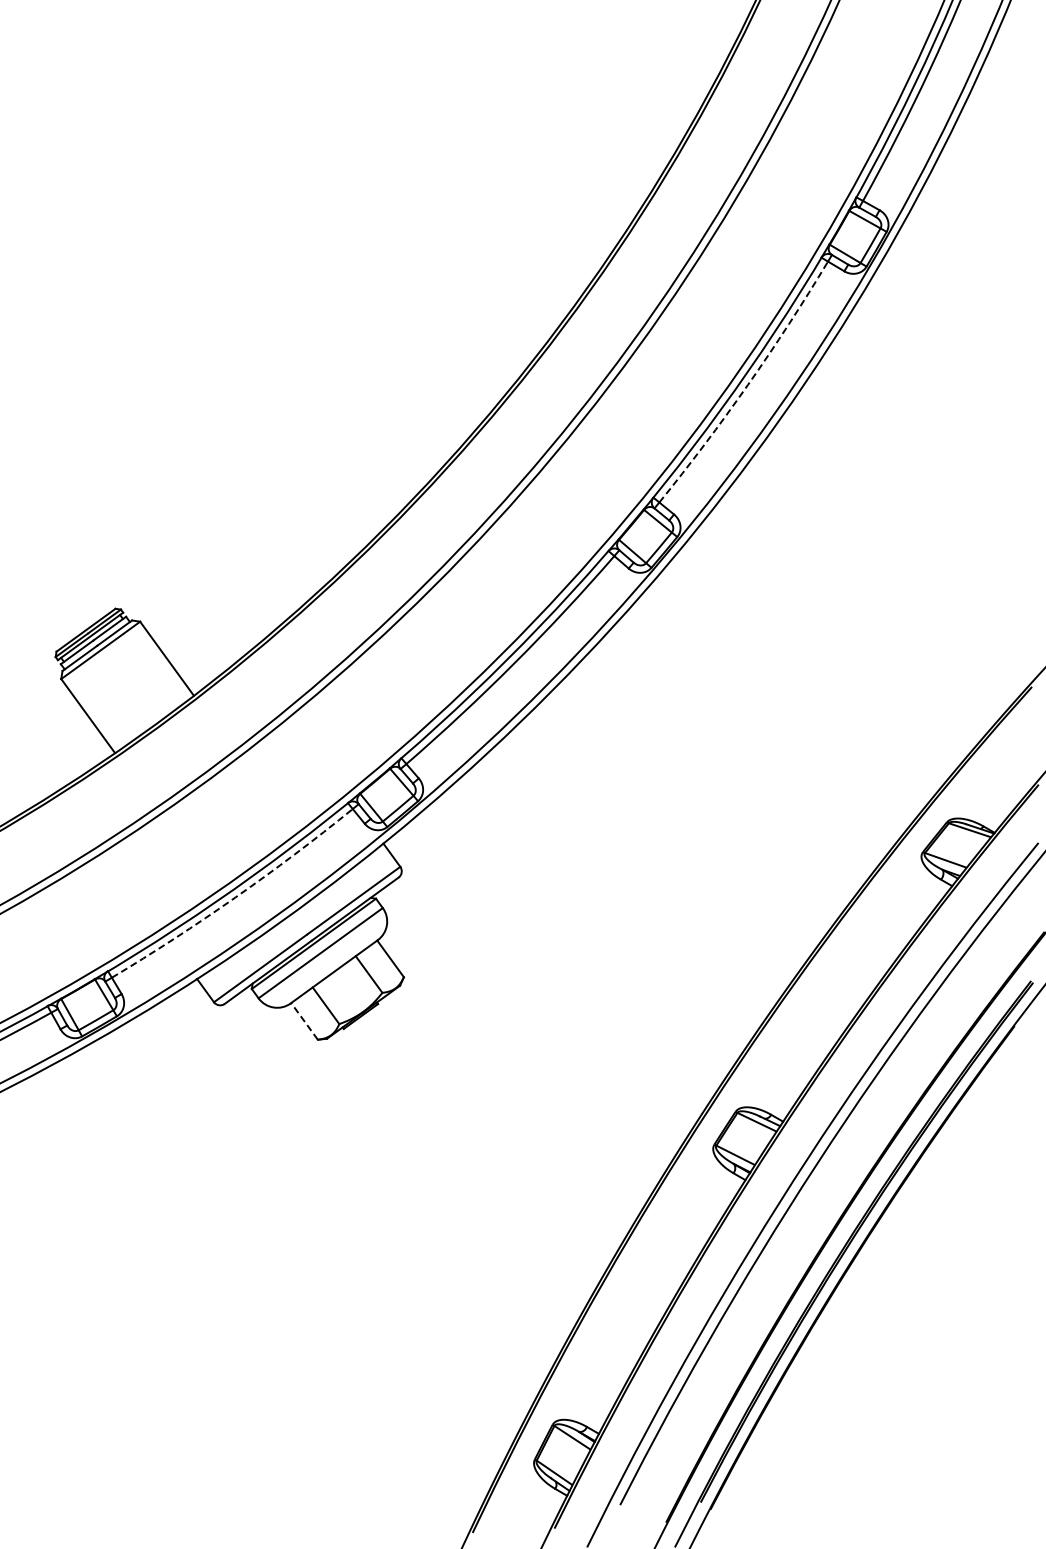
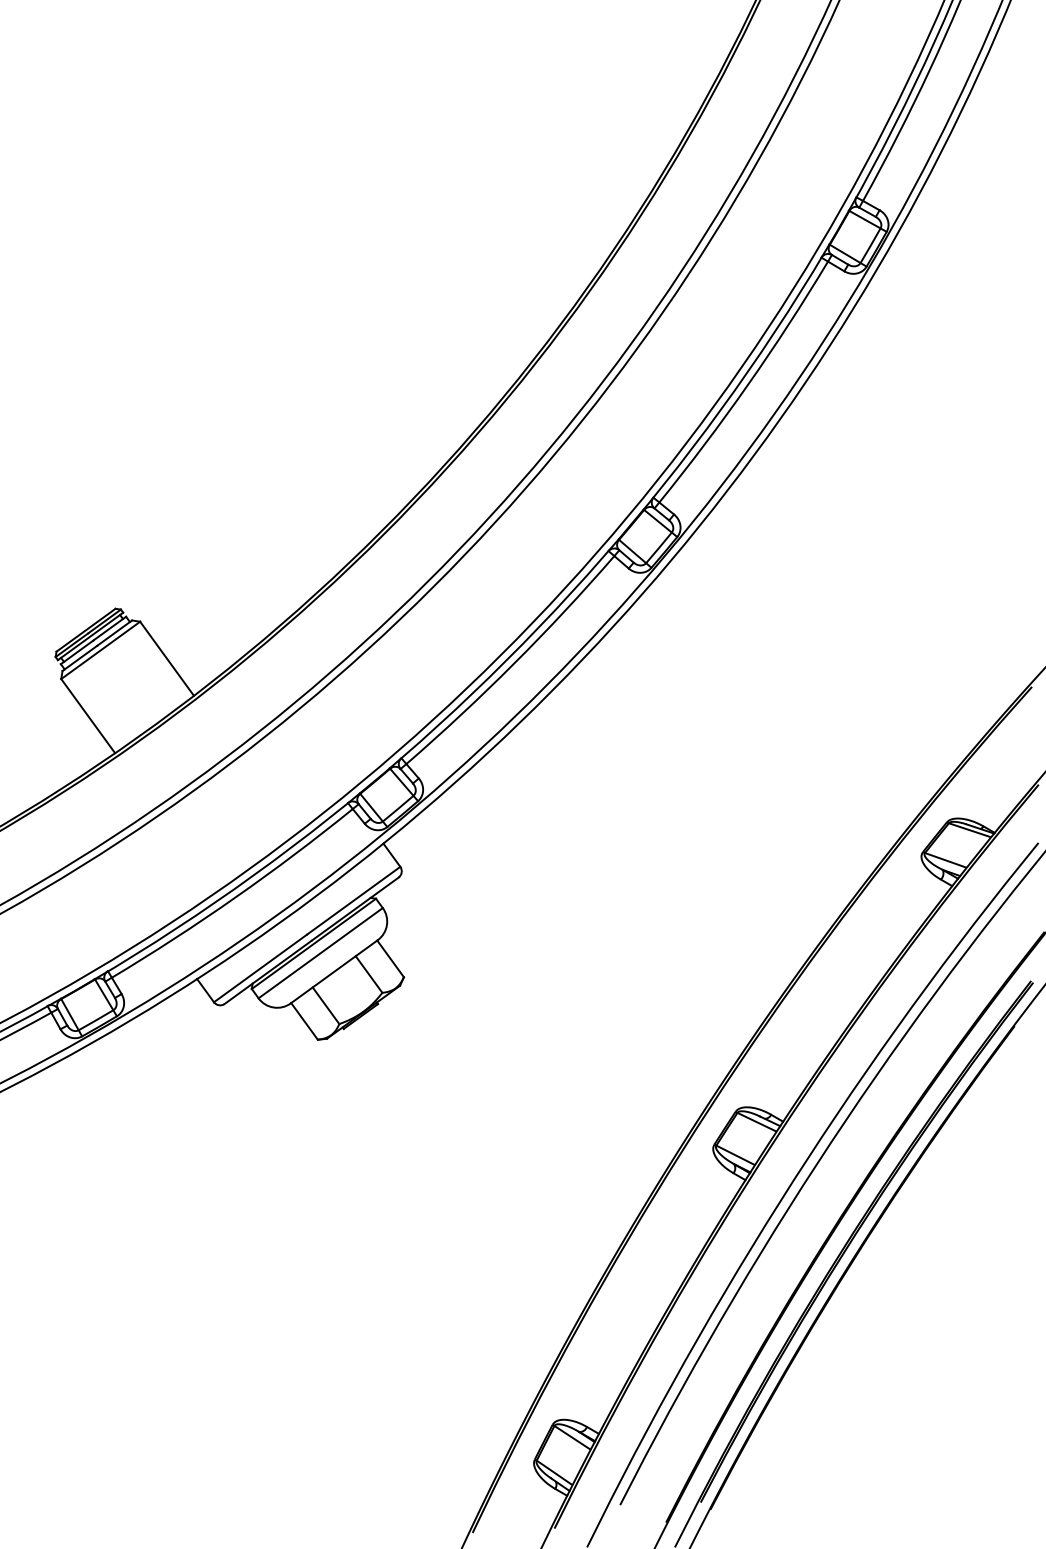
arc at (747, 385): dashed -> solid
arc at (235, 897): dashed -> solid
line at (304, 1021): dashed -> solid
